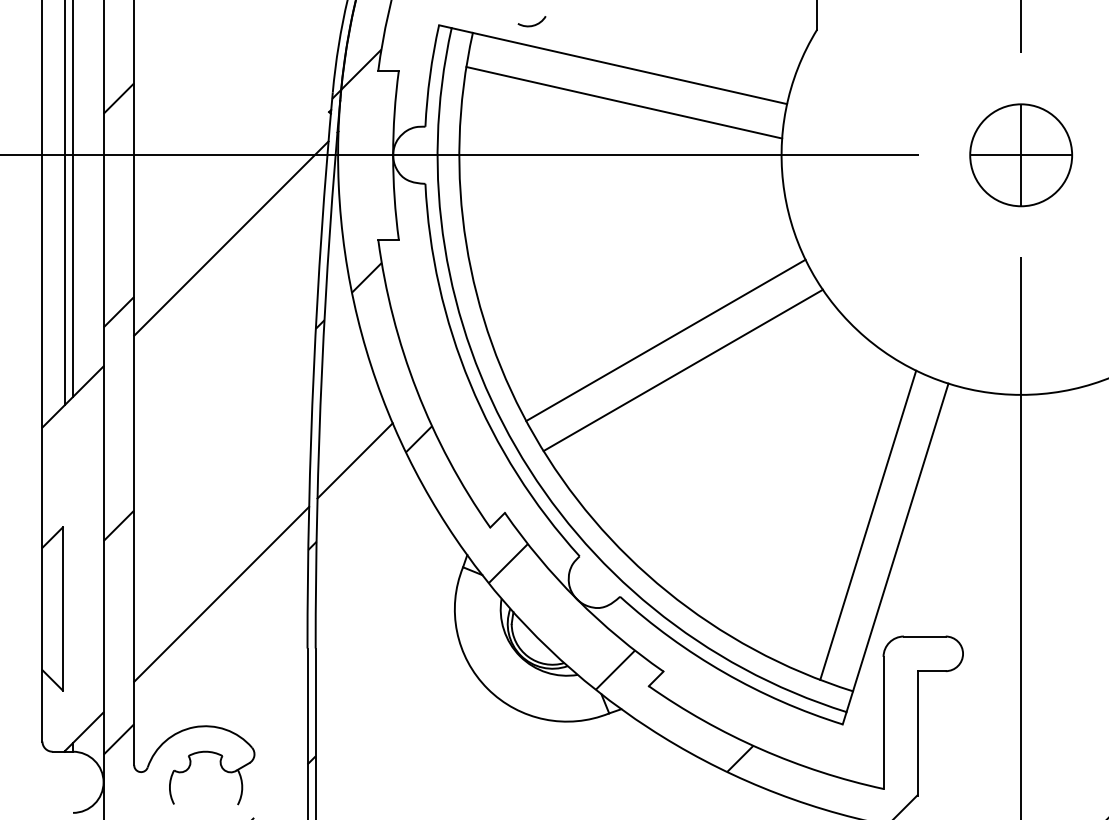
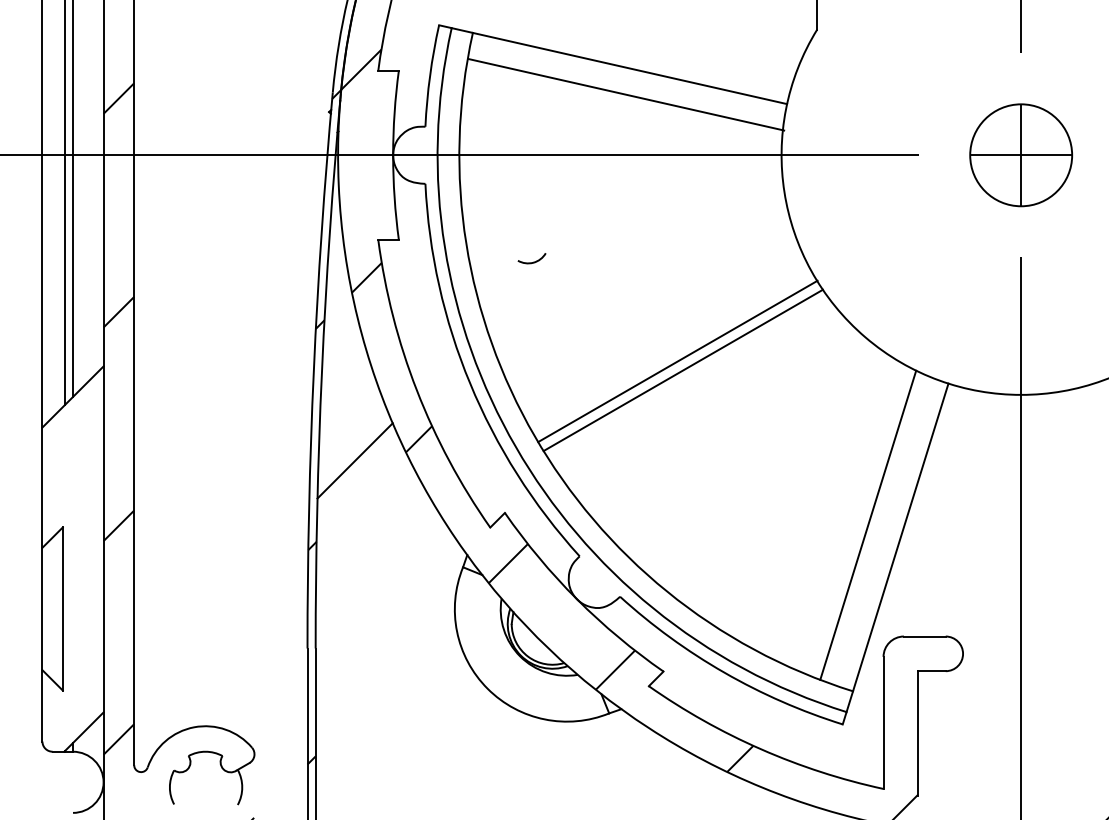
arc at (533, 24) position: (533, 24) -> (533, 261)
line at (624, 102) position: (624, 102) -> (626, 94)
line at (231, 238): present -> none
line at (665, 340) position: (665, 340) -> (677, 361)
line at (221, 593): present -> none
